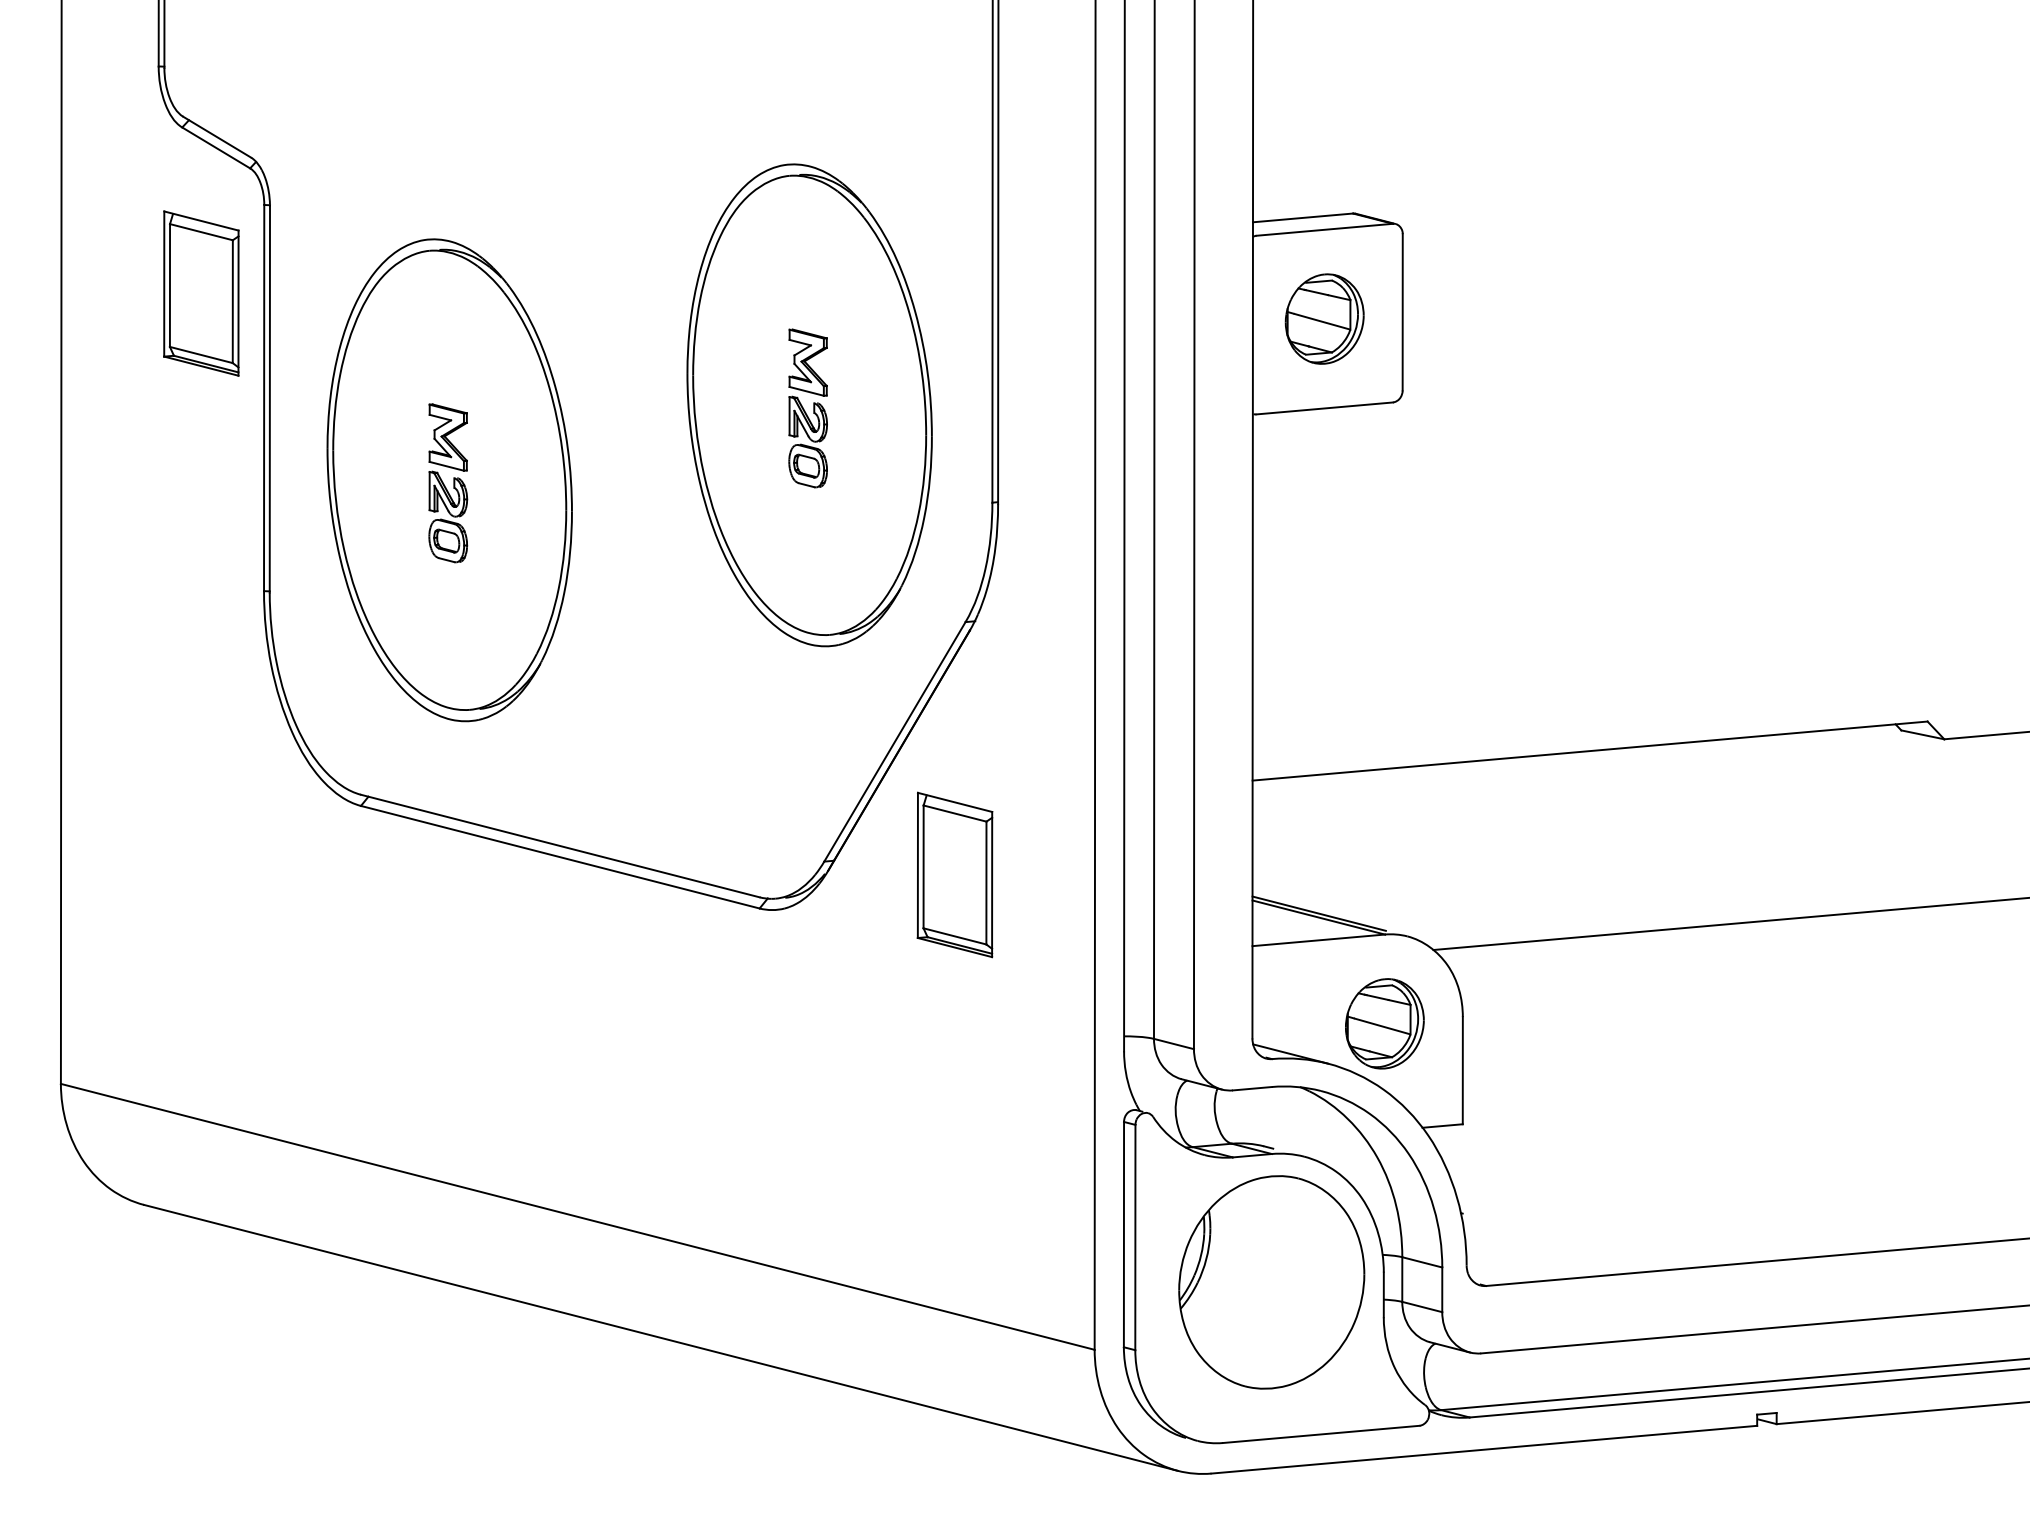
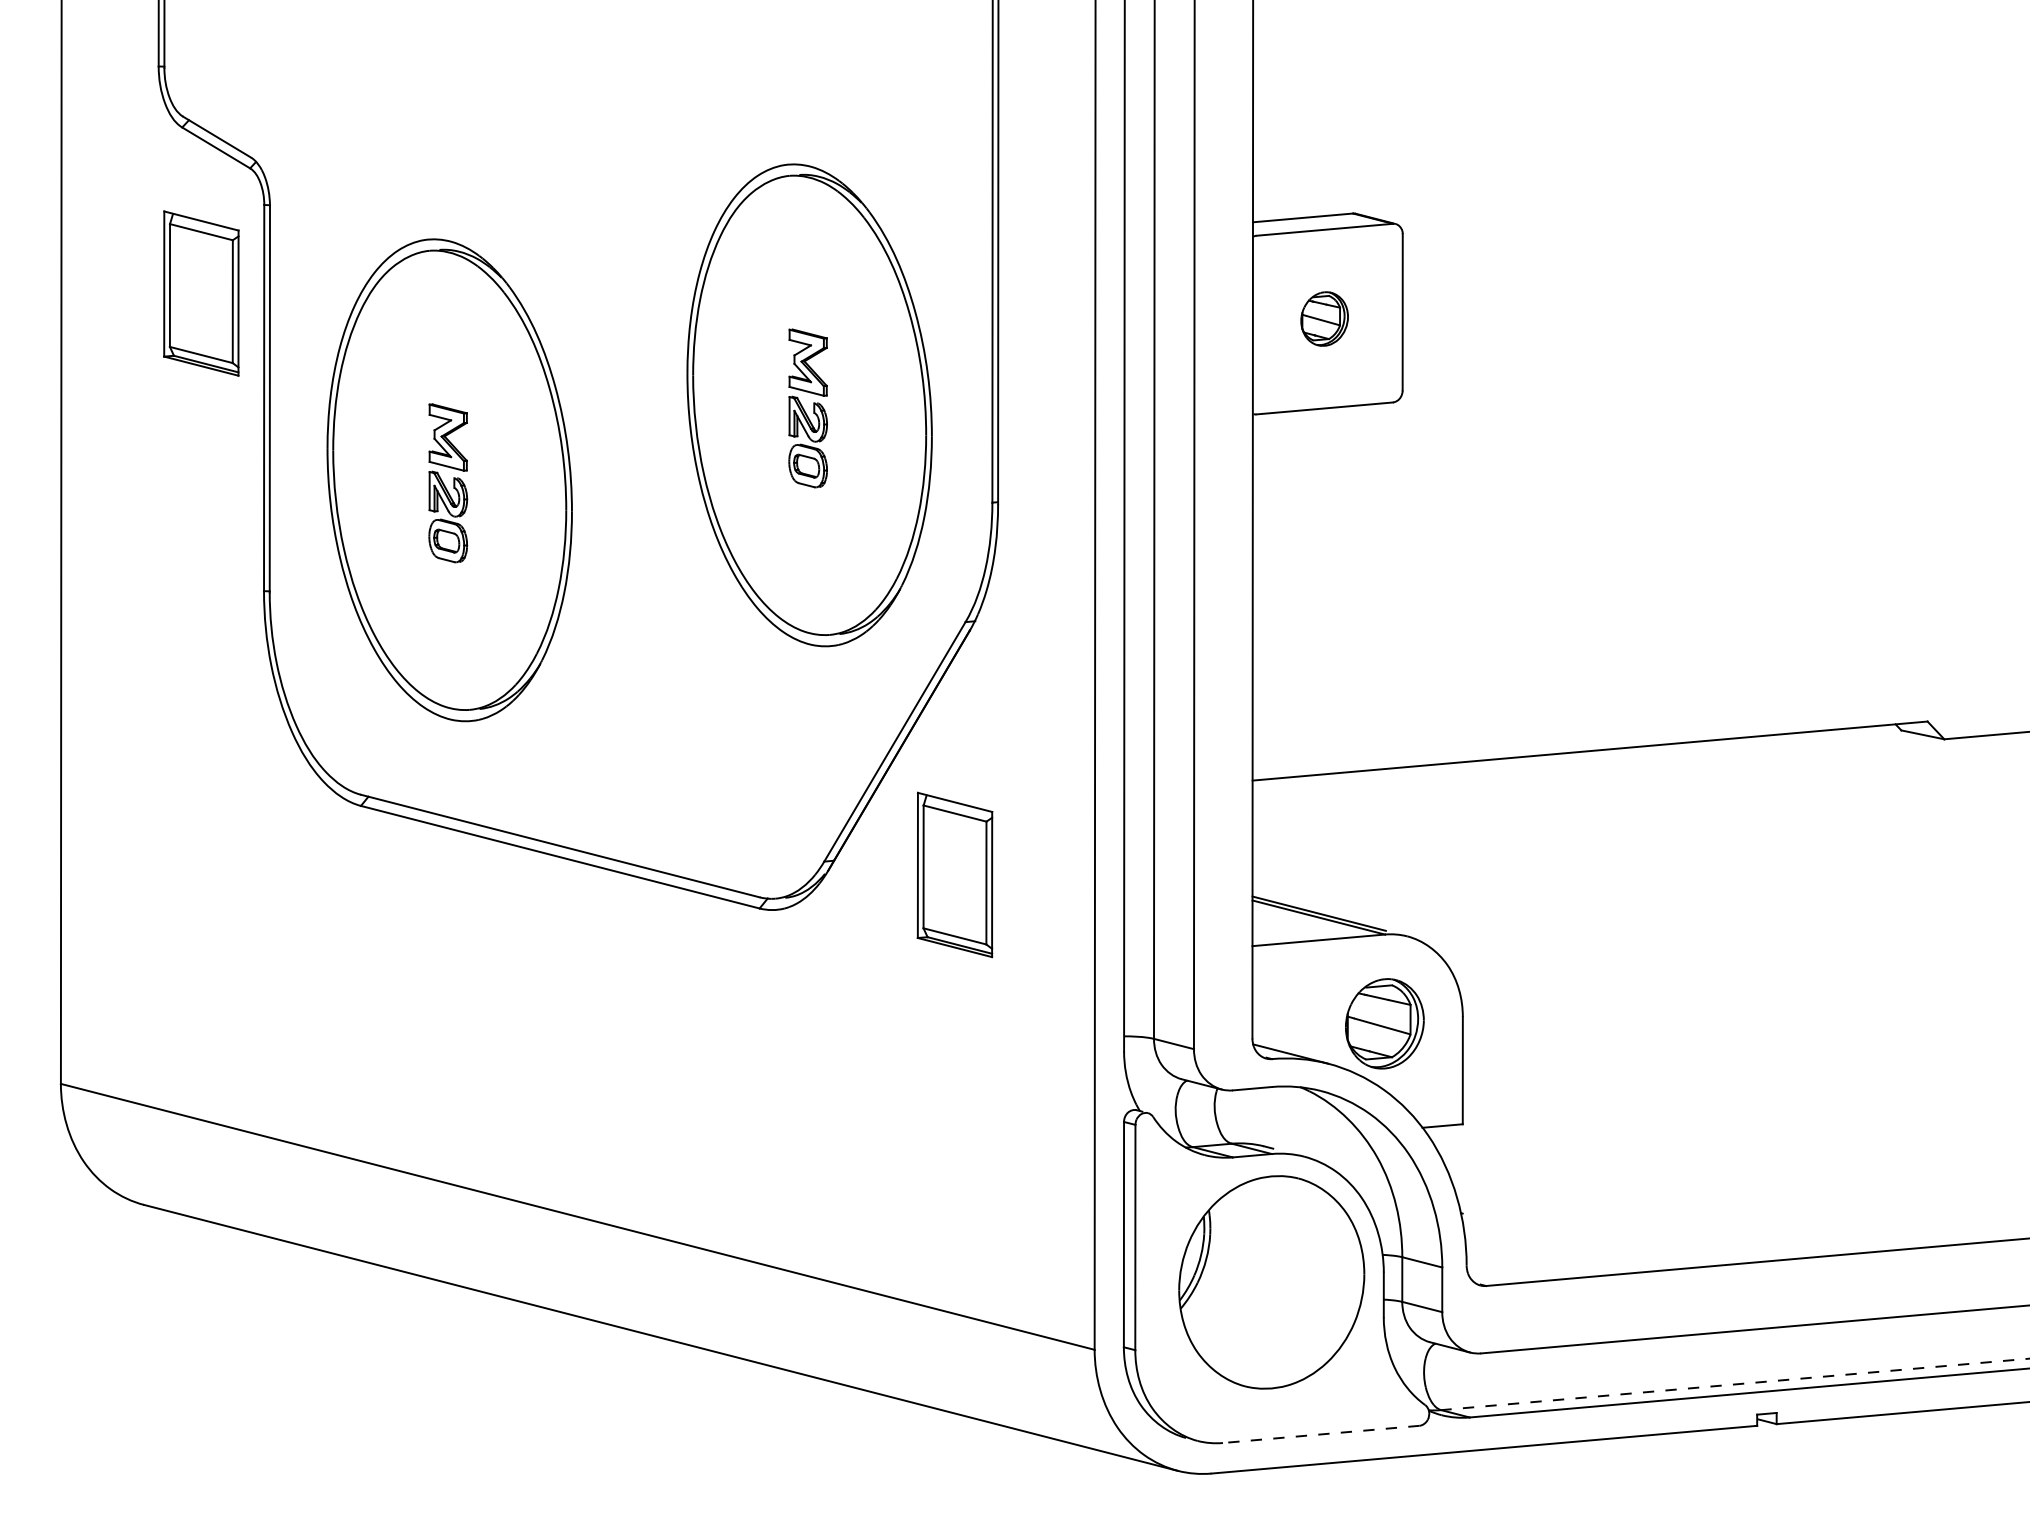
part at (1324, 318) size: 81x92 px -> 49x56 px
line at (1729, 924): present -> none
line at (1735, 1384): solid -> dashed
line at (1321, 1434): solid -> dashed
